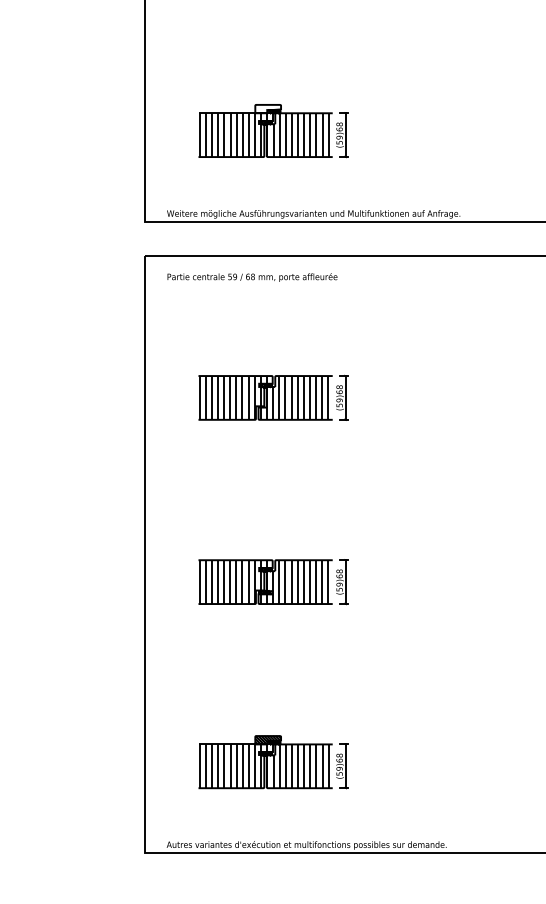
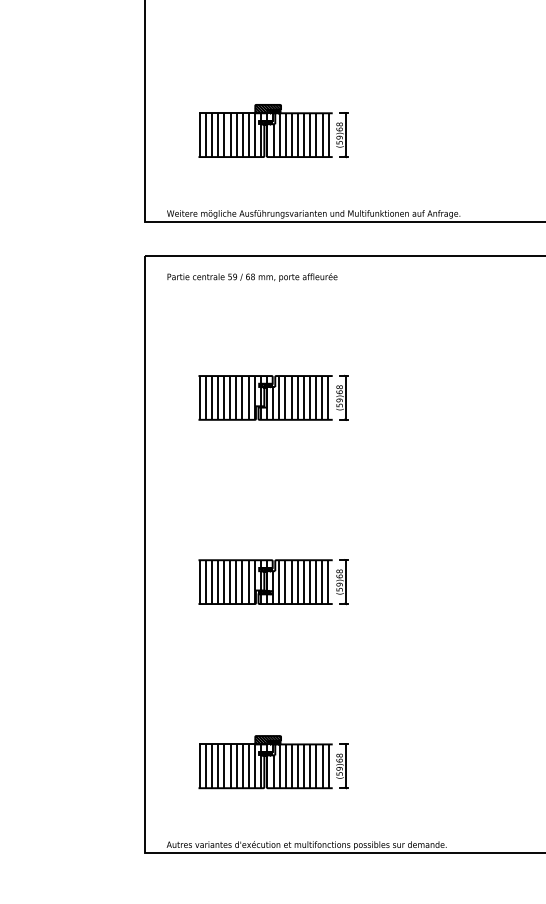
hatch at (268, 108): none -> present
